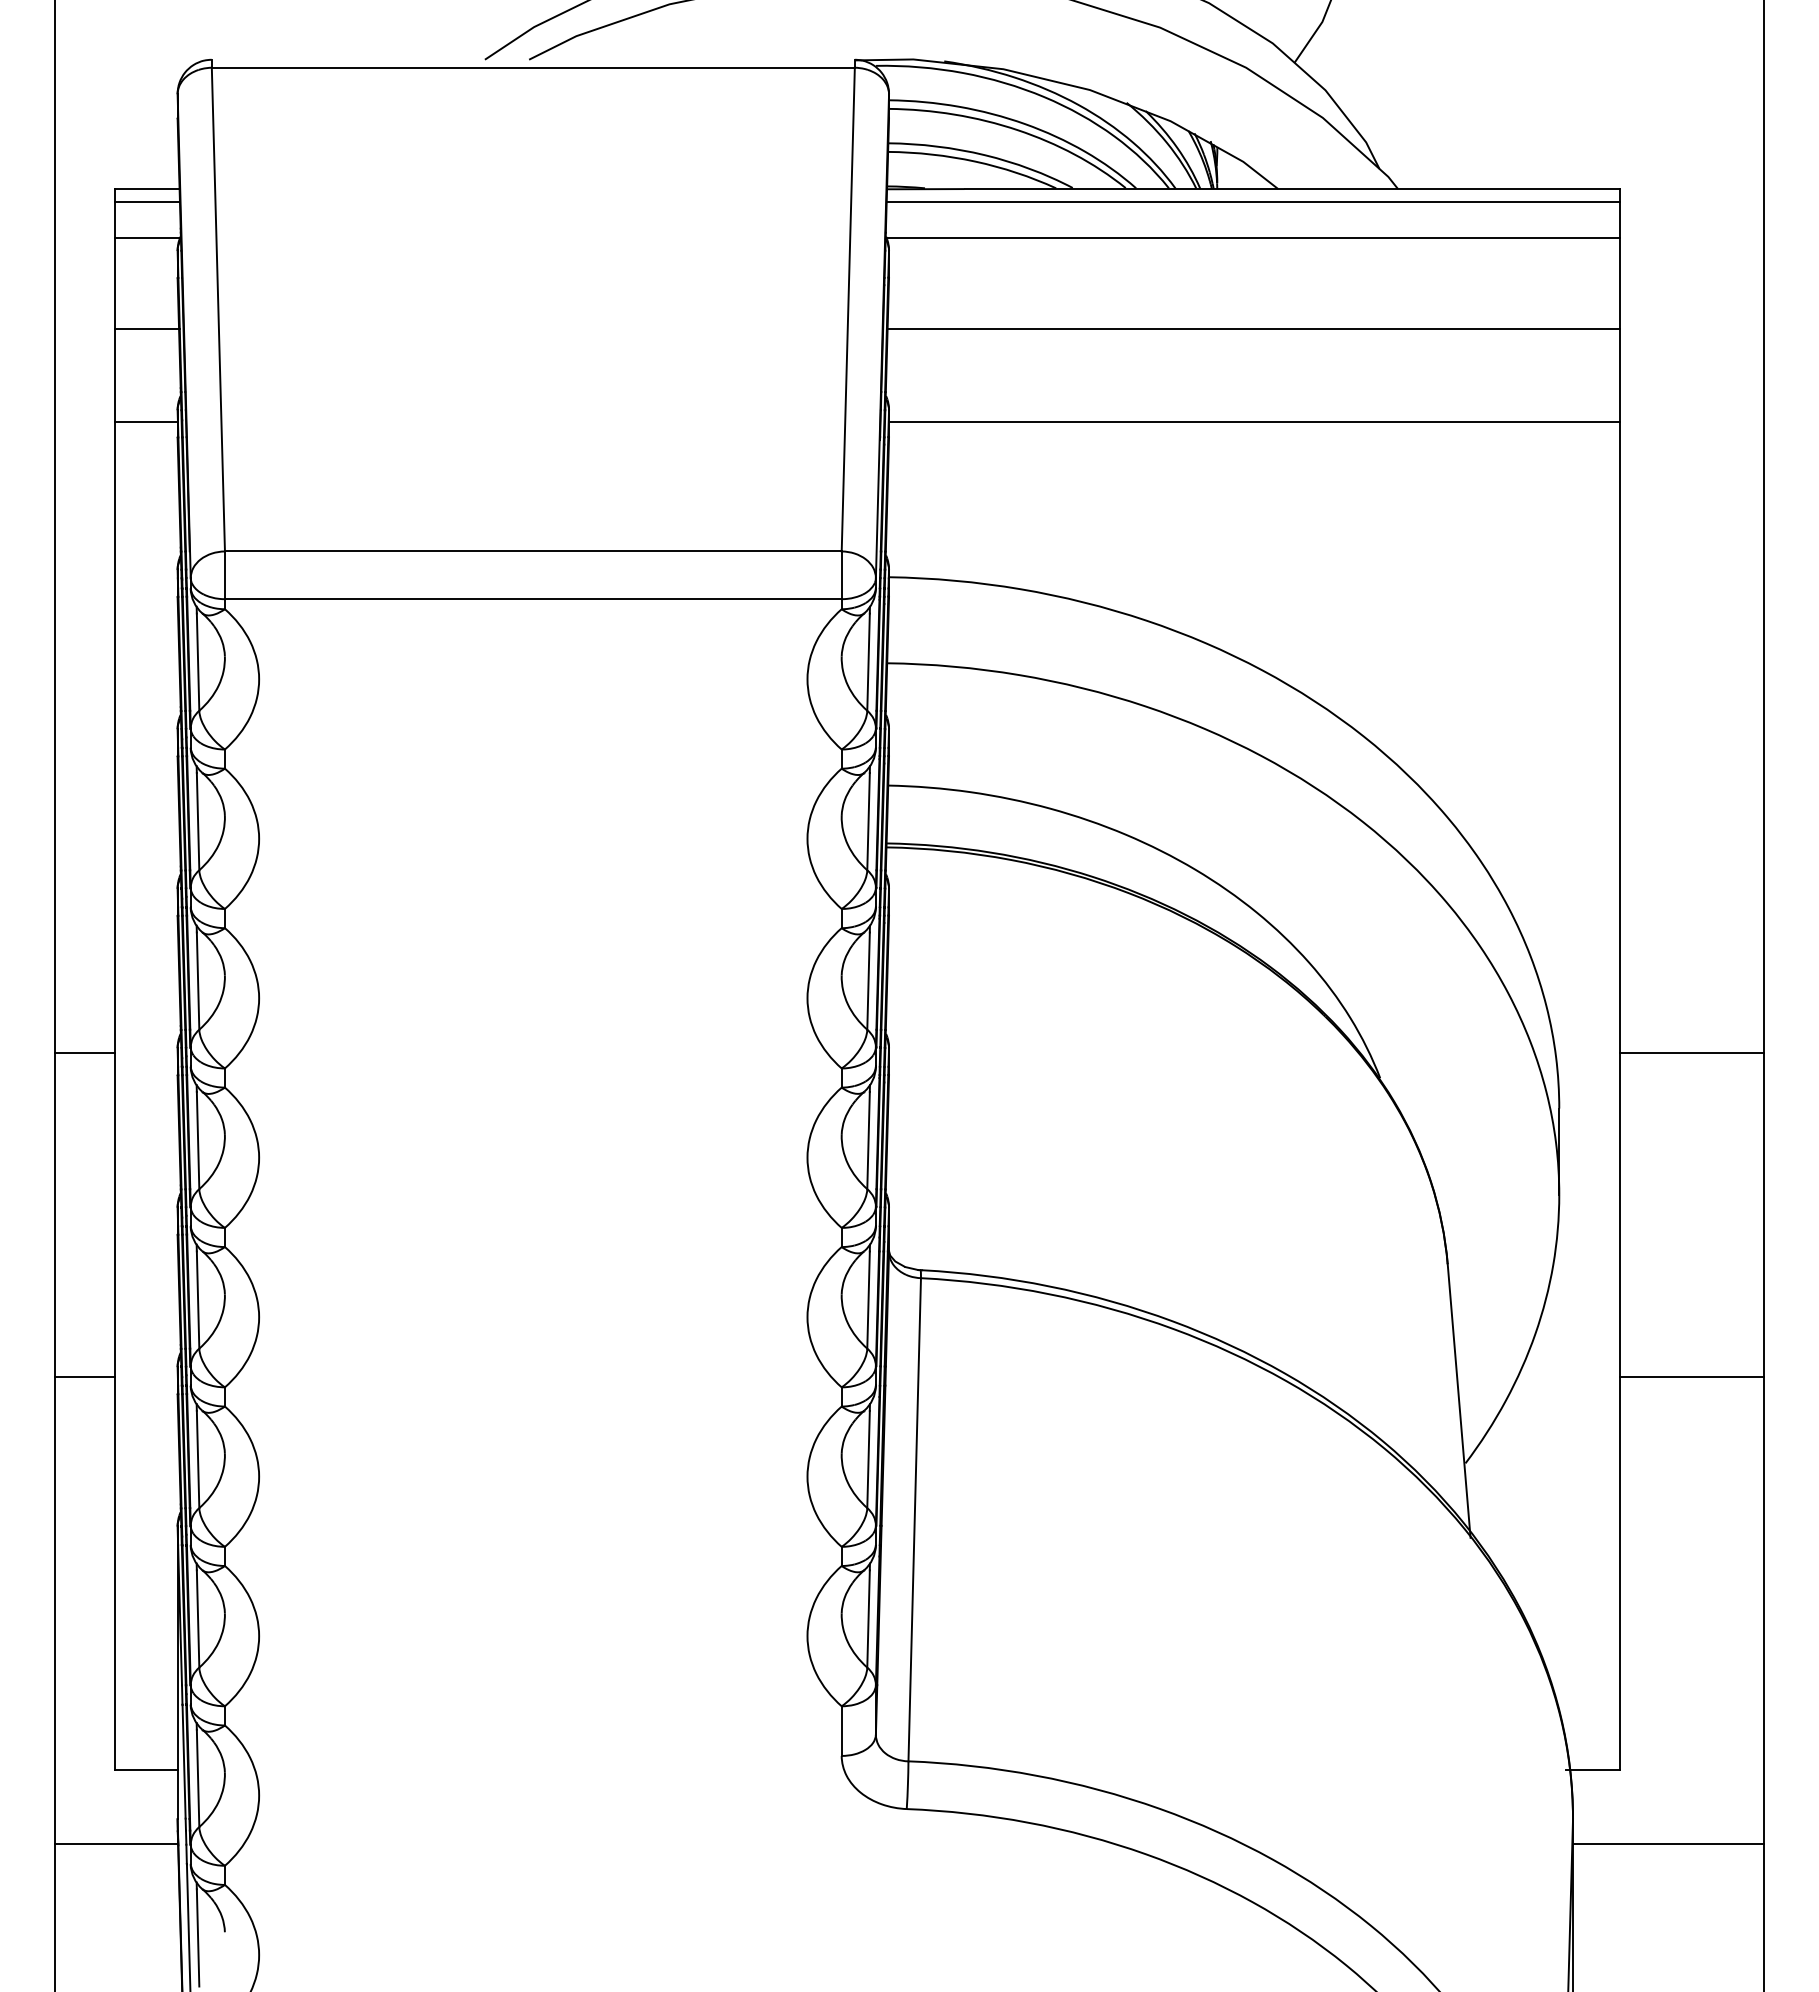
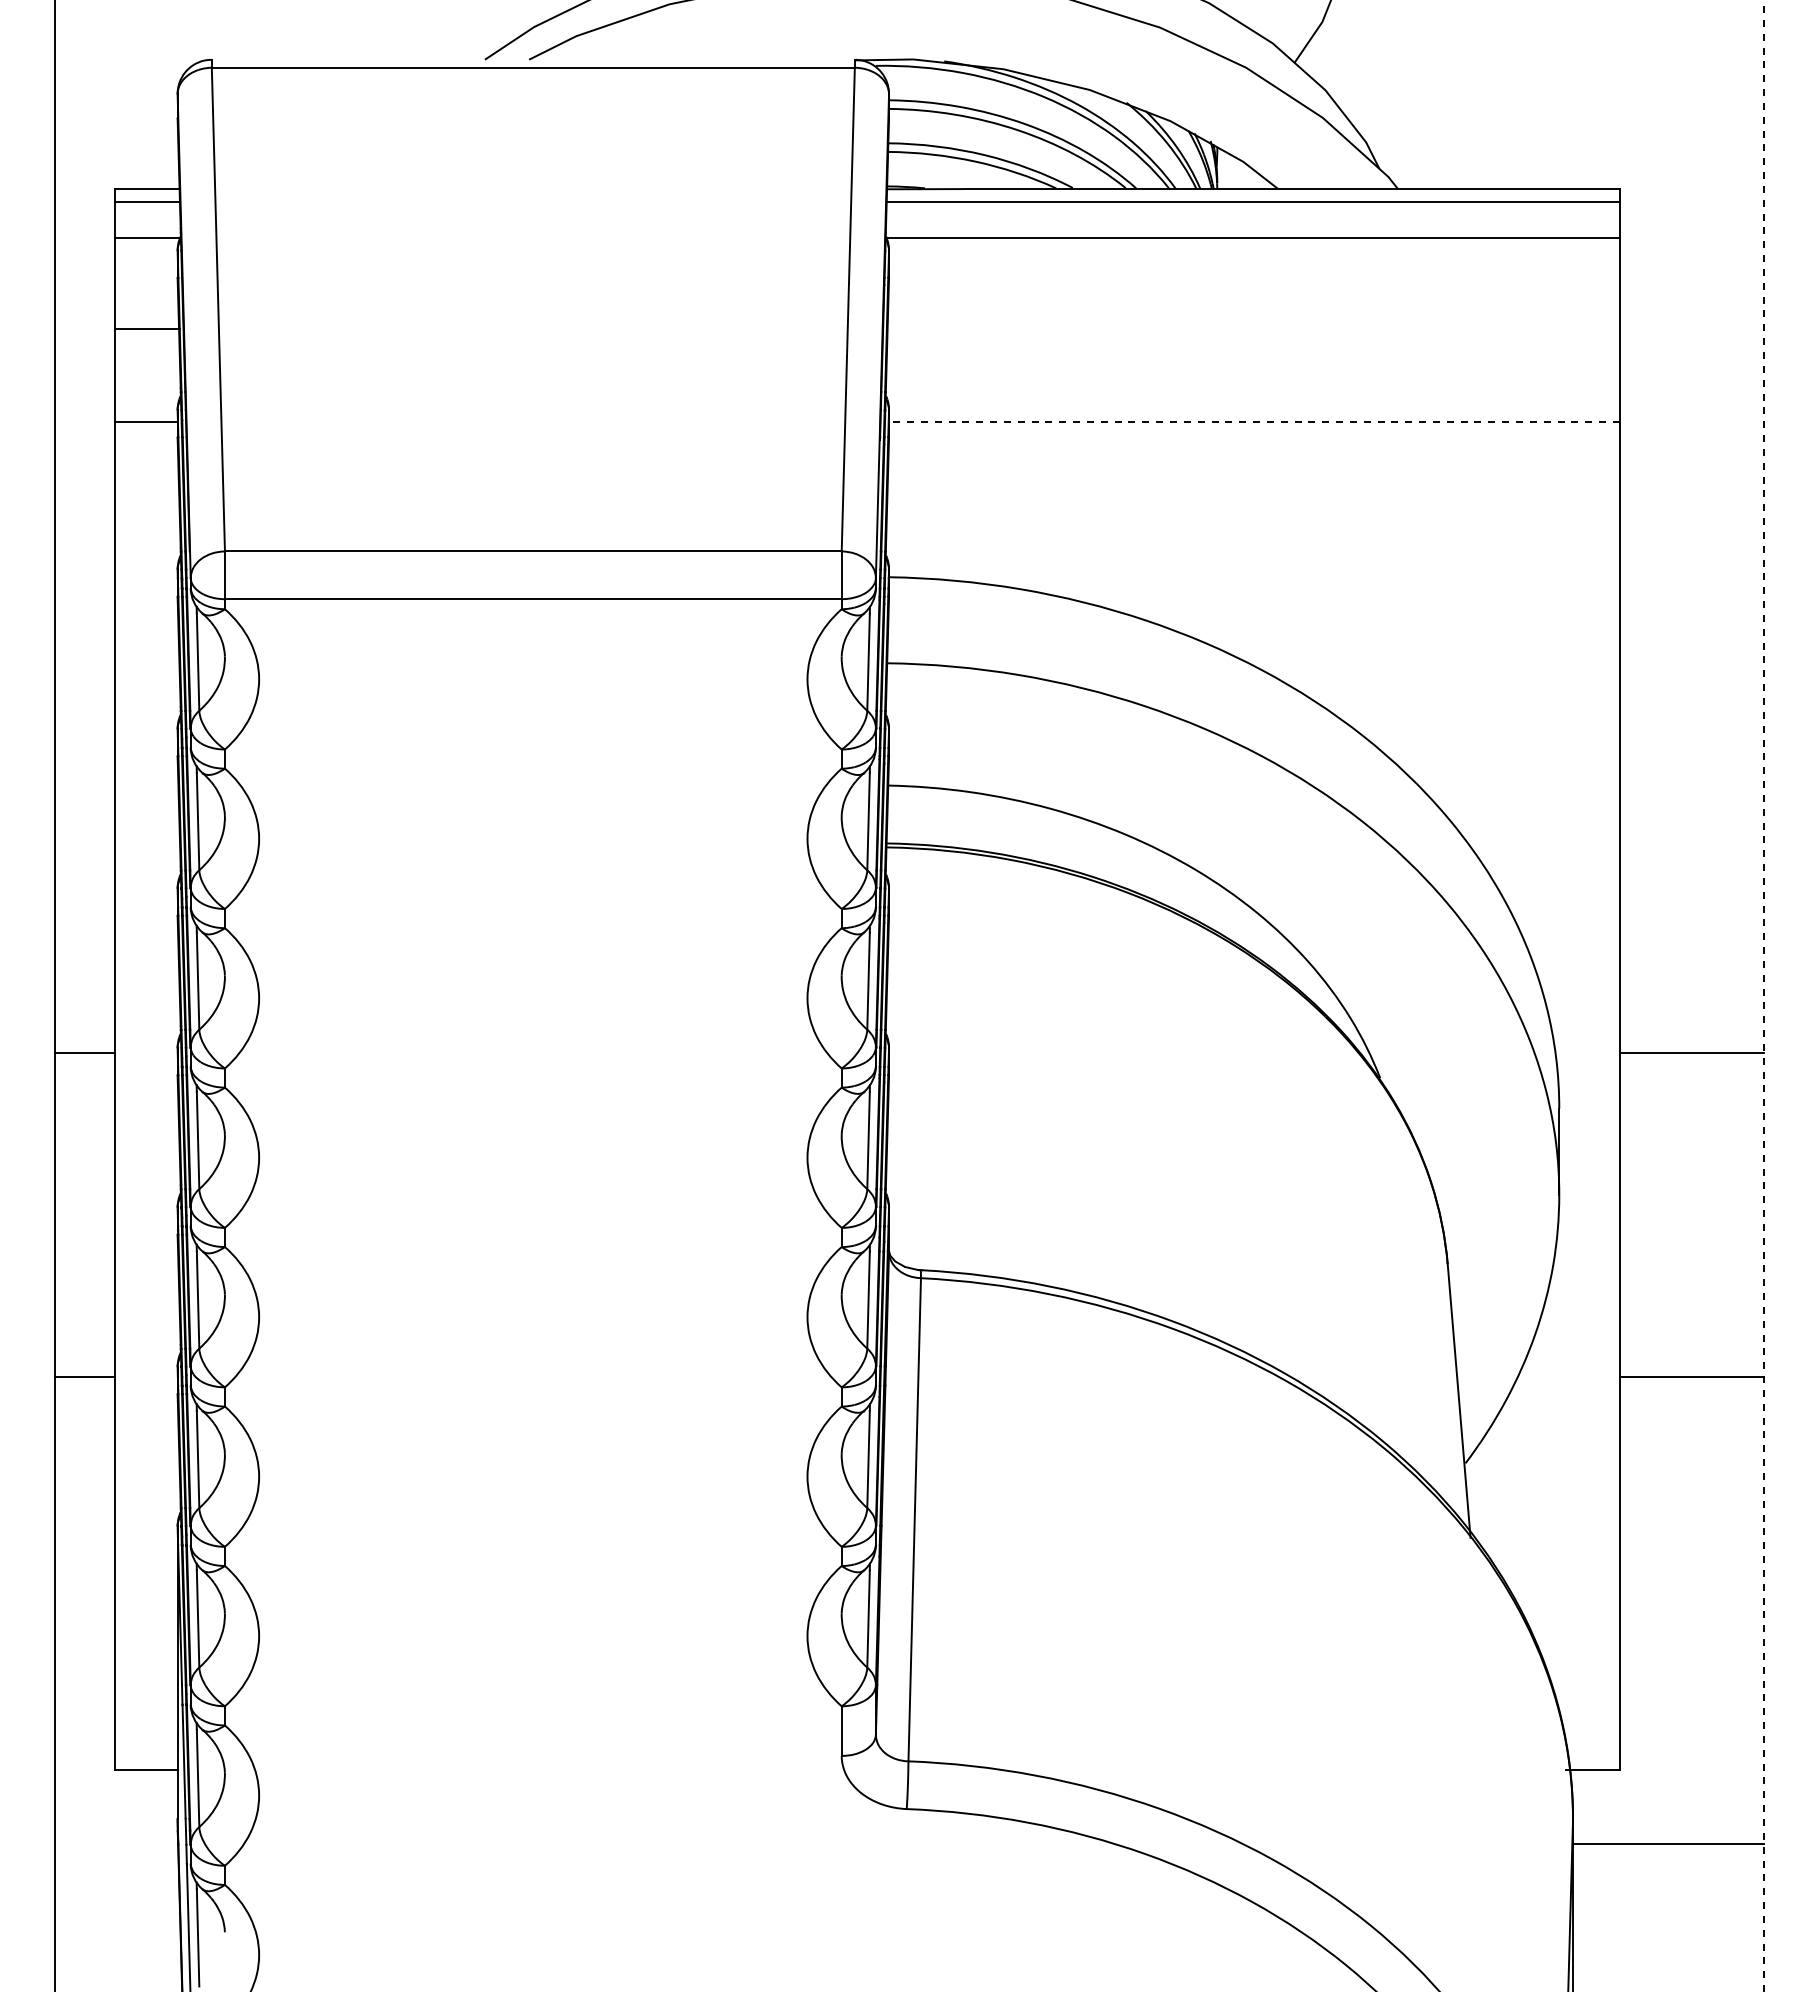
line at (1253, 329): present -> none
line at (1253, 421): solid -> dashed
line at (1764, 996): solid -> dashed
line at (116, 1843): present -> none
